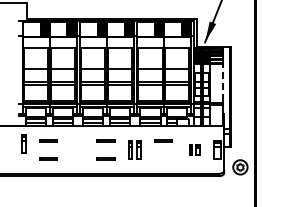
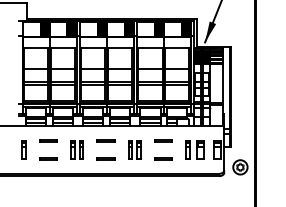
line at (223, 83): dashed -> solid
part at (23, 143) position: (23, 143) -> (23, 149)
part at (76, 149): none -> present
part at (194, 149) size: 12x12 px -> 20x20 px
line at (163, 158): none -> present
